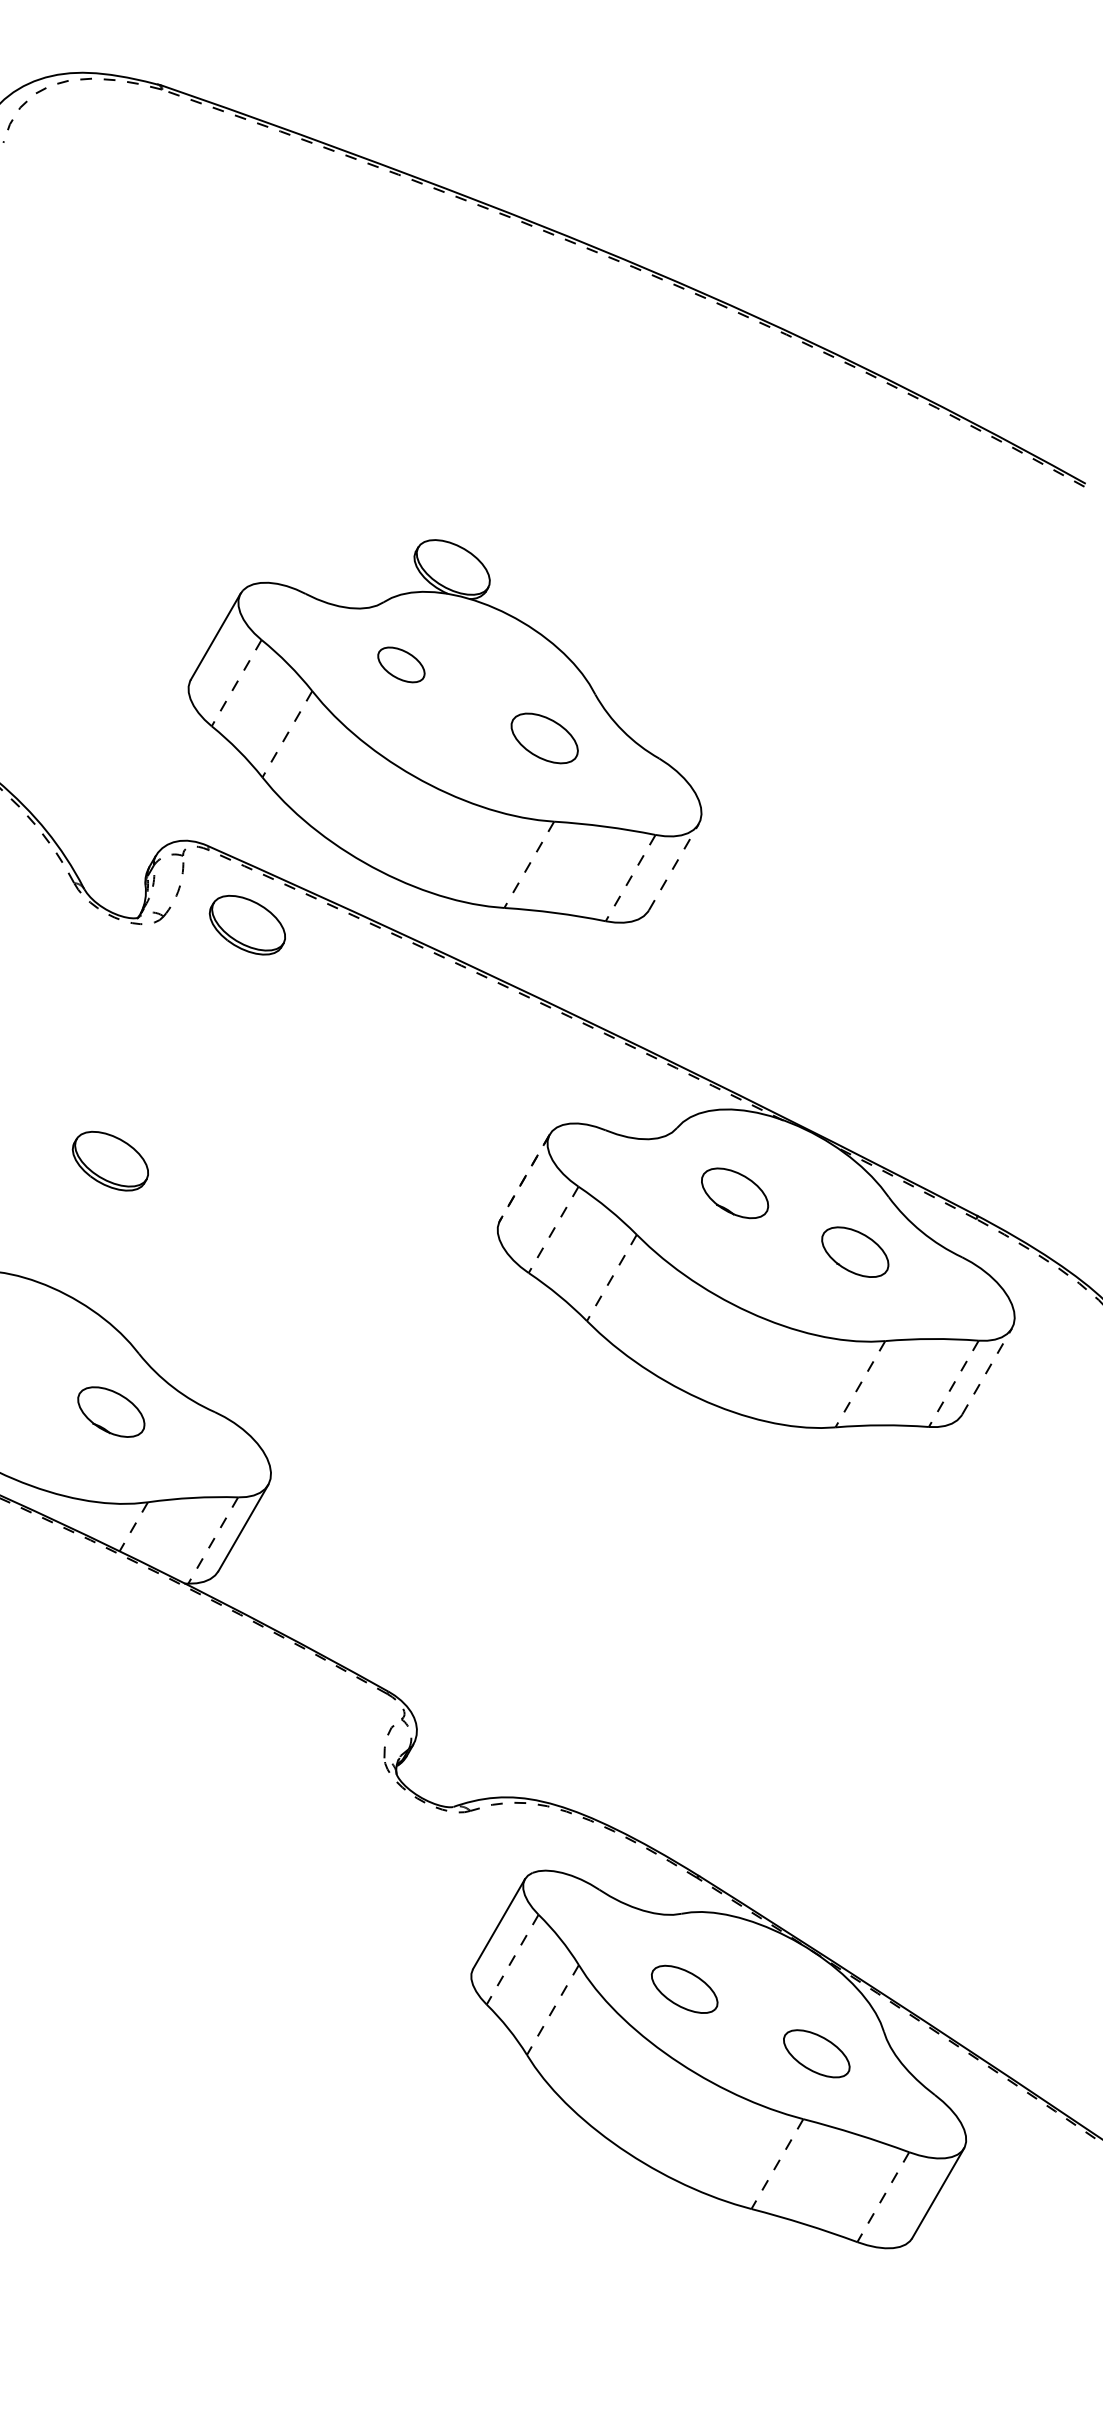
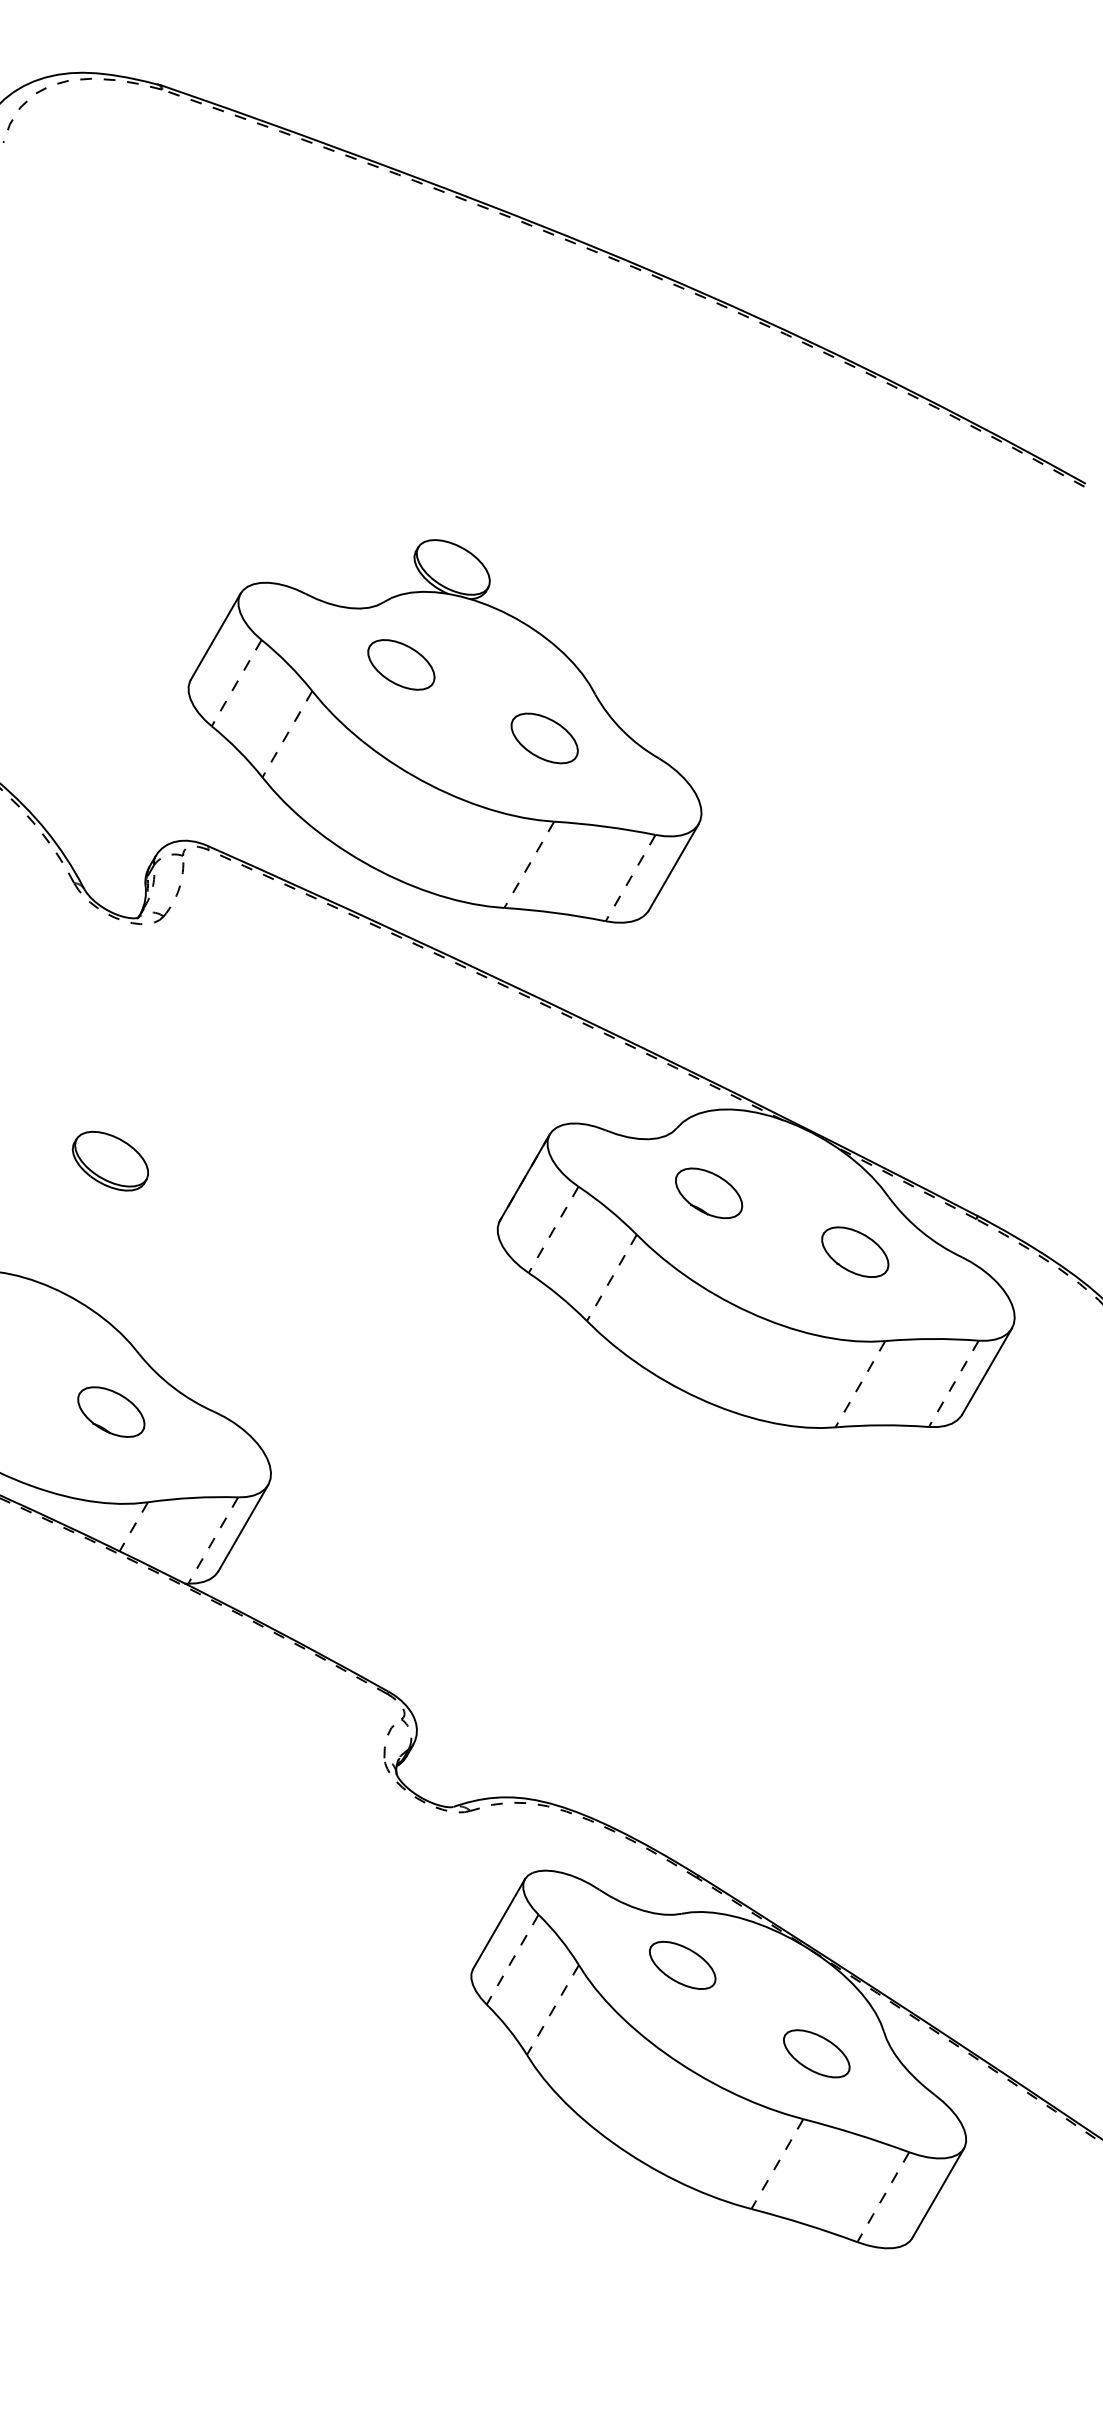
part at (401, 664) size: 49x38 px -> 69x52 px
line at (673, 867): dashed -> solid
part at (246, 925): present -> none
line at (524, 1177): dashed -> solid
part at (735, 1193) position: (735, 1193) -> (709, 1193)
line at (987, 1371): dashed -> solid
part at (684, 1988) position: (684, 1988) -> (682, 1964)
